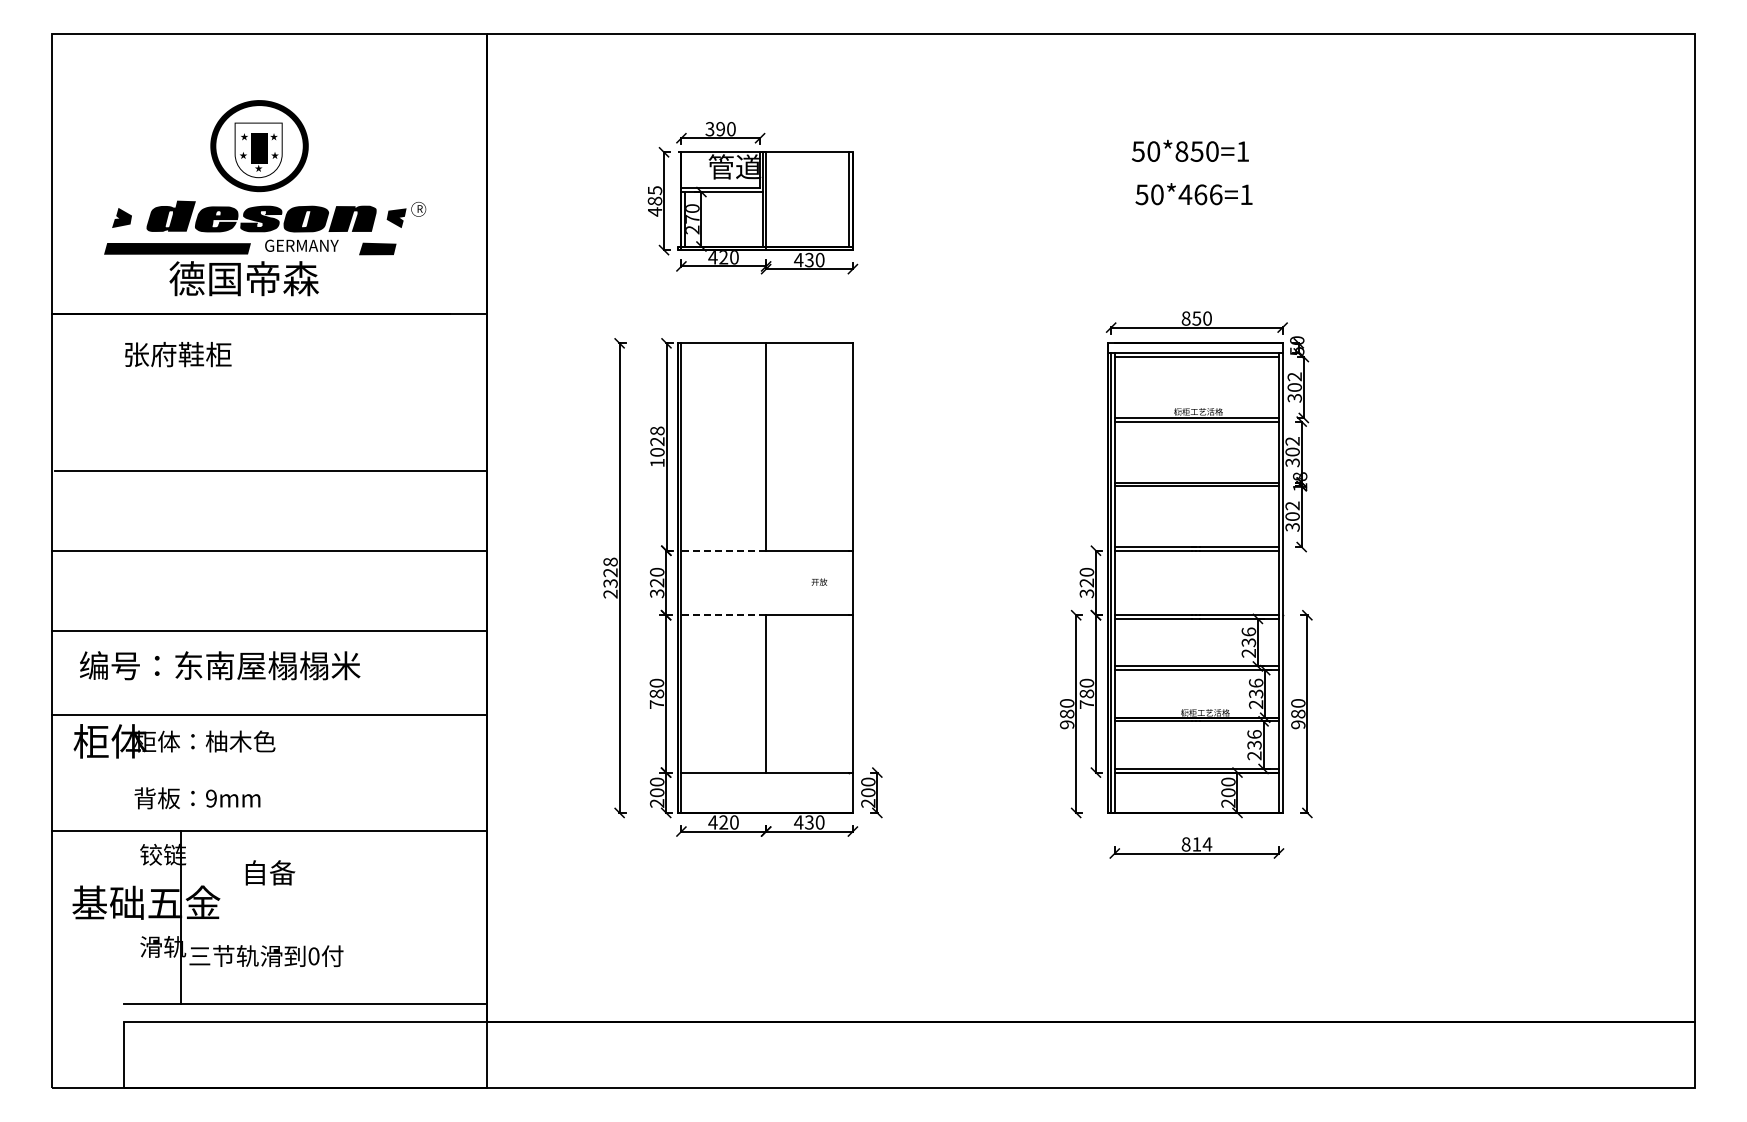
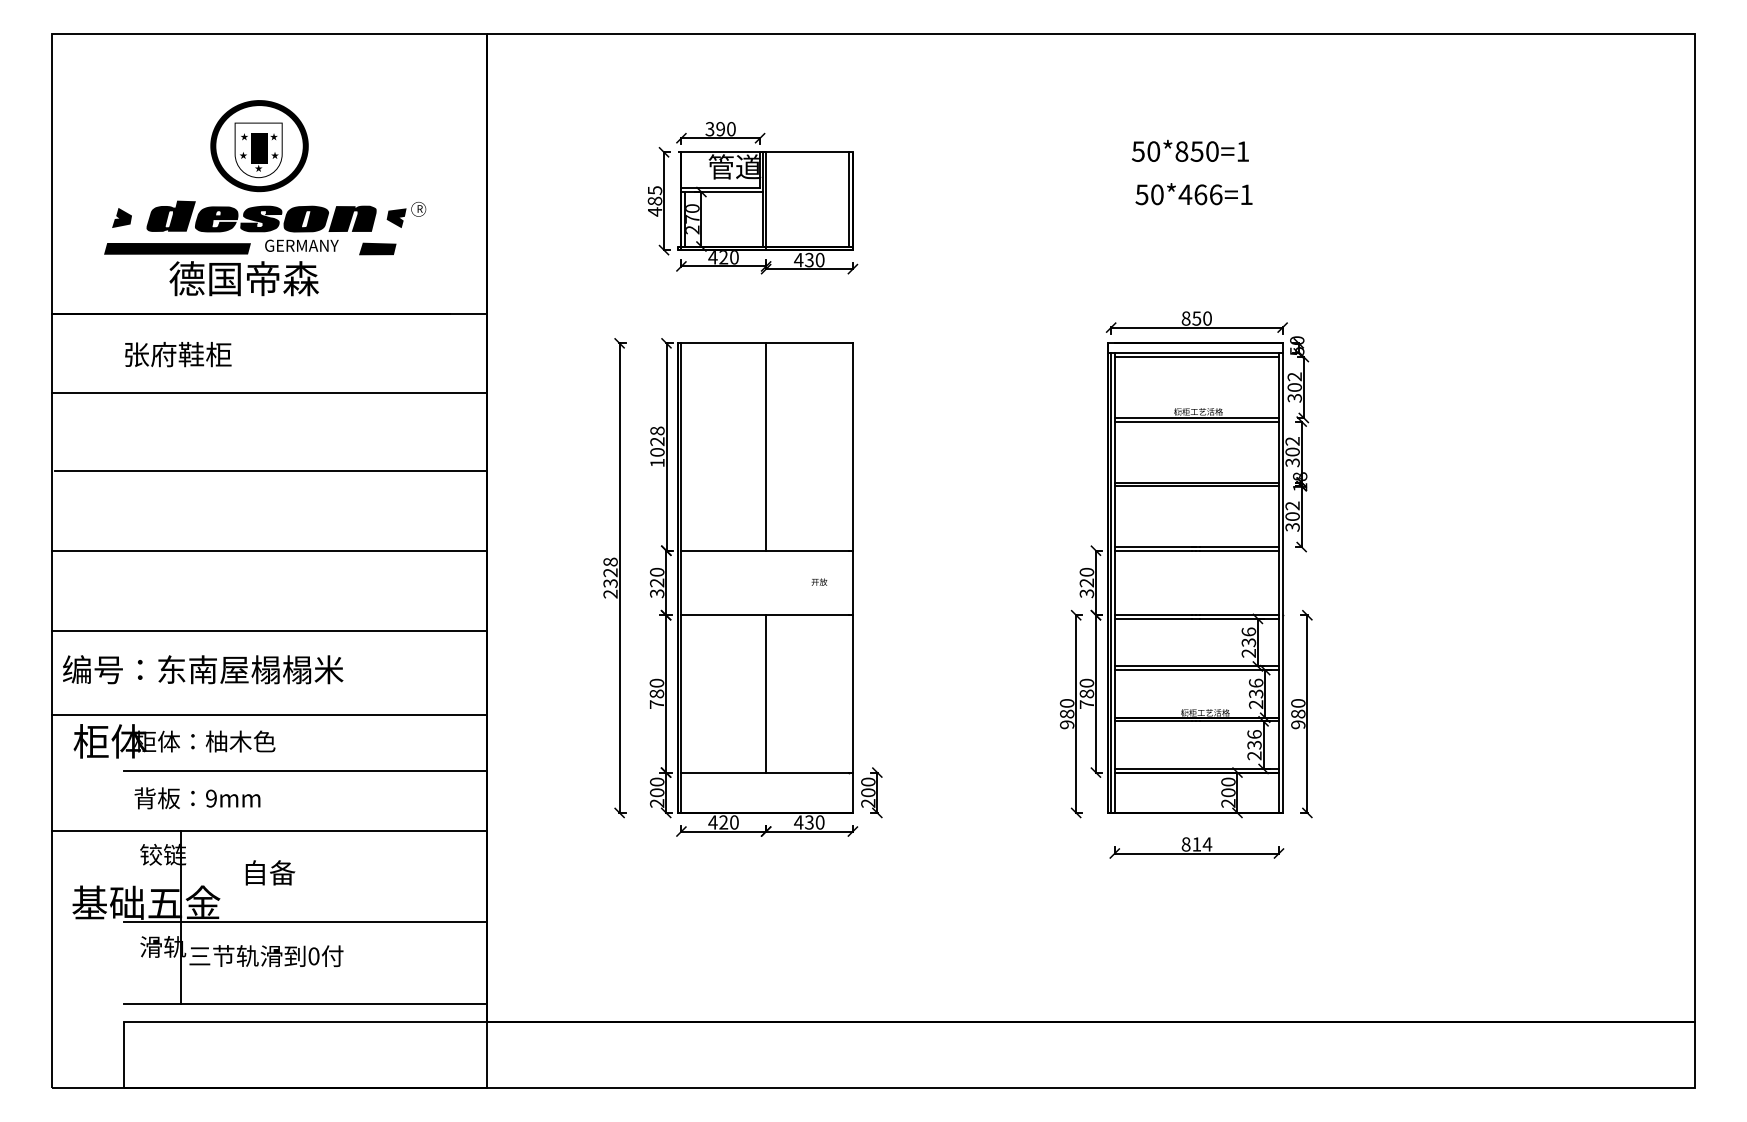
line at (269, 392): none -> present
line at (723, 550): dashed -> solid
line at (723, 615): dashed -> solid
text at (220, 665) position: (220, 665) -> (203, 669)
line at (305, 771): none -> present
line at (305, 922): none -> present
